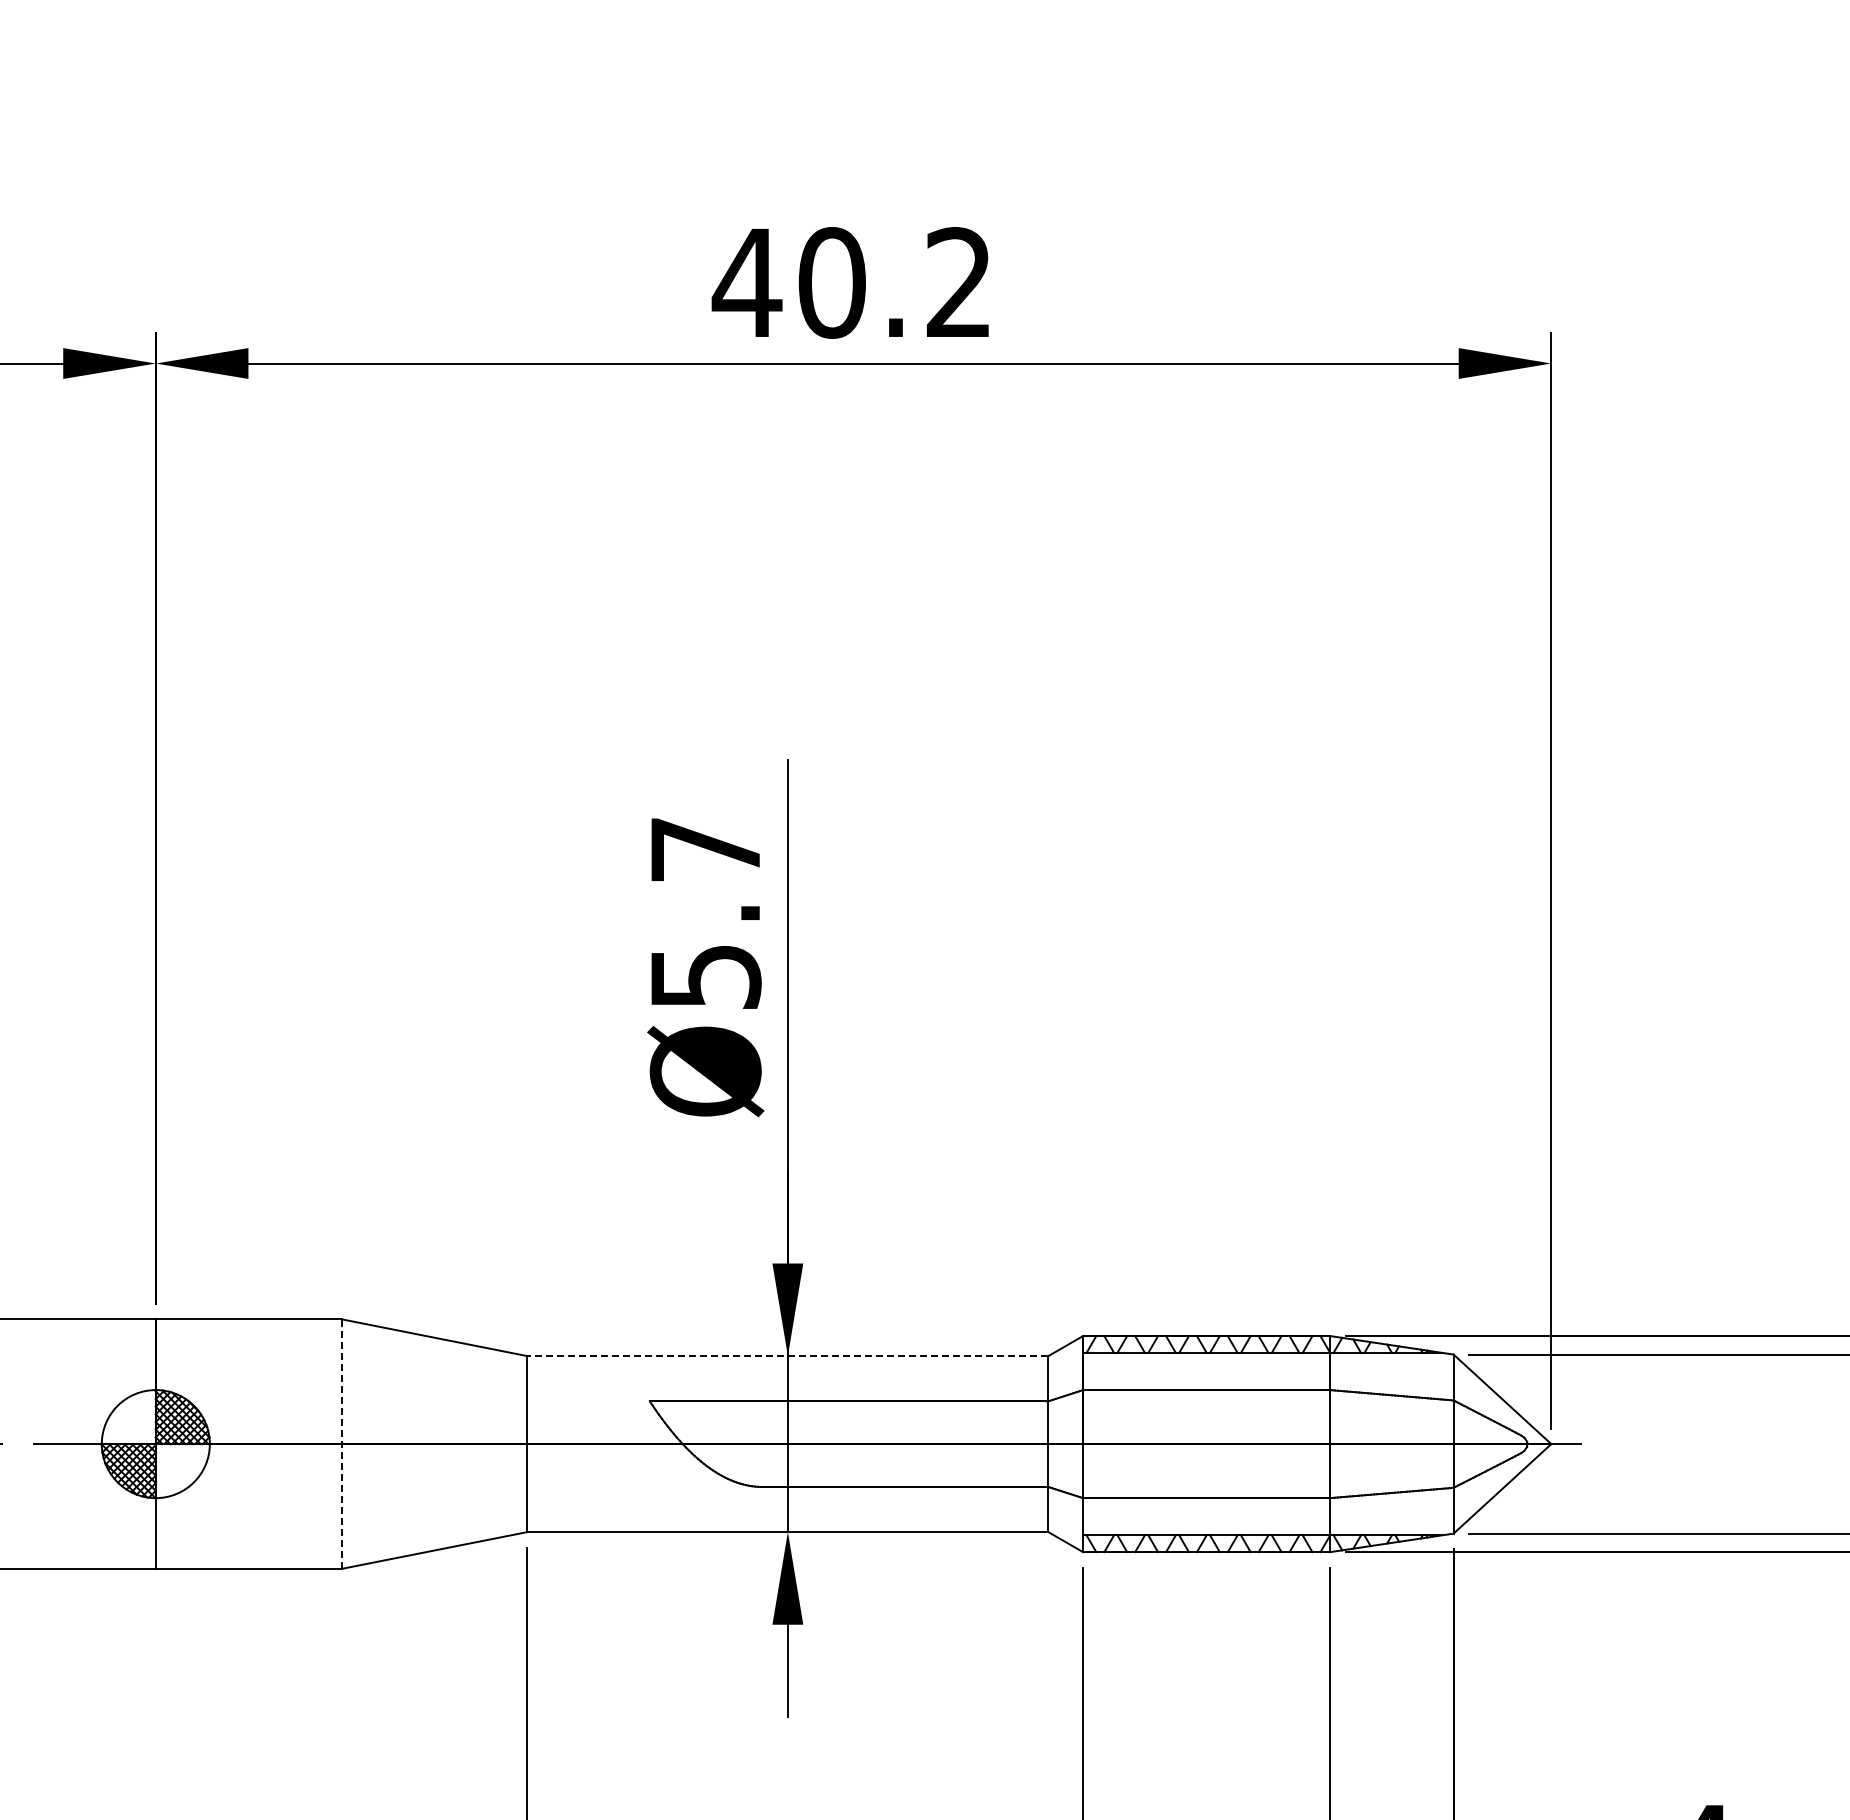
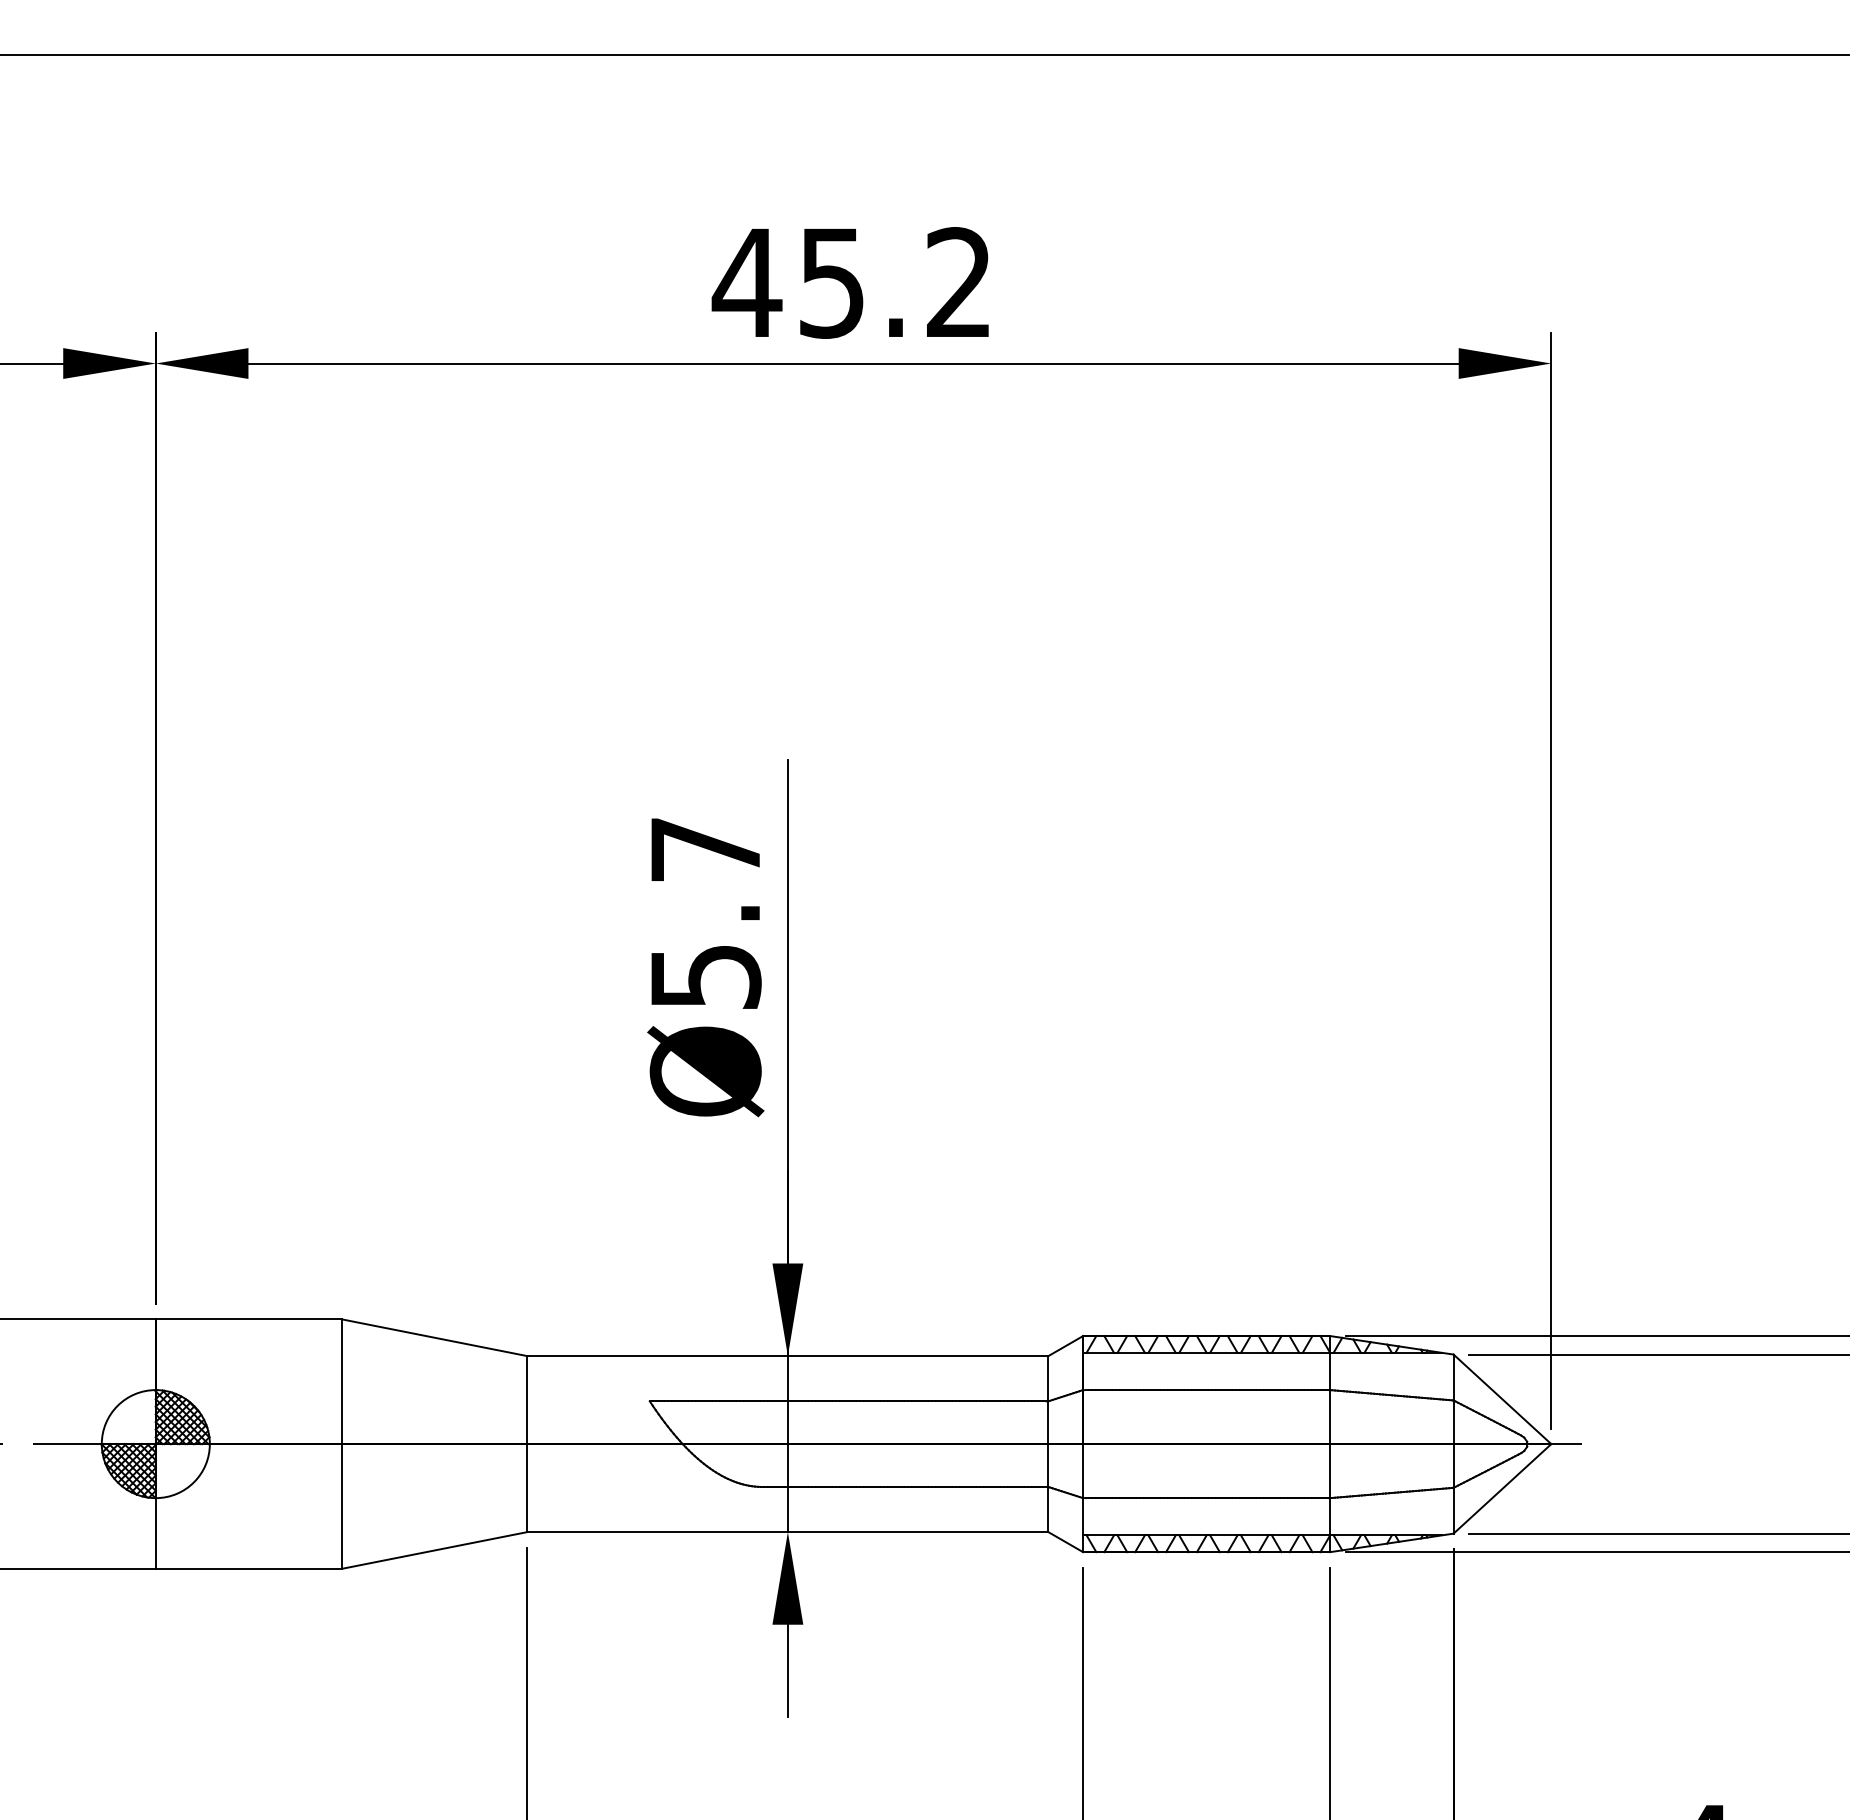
line at (924, 54): none -> present
text at (831, 282): 40.2 -> 45.2
line at (787, 1356): dashed -> solid
line at (342, 1444): dashed -> solid
